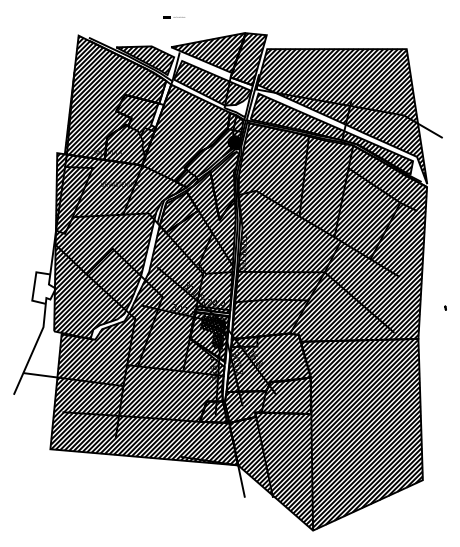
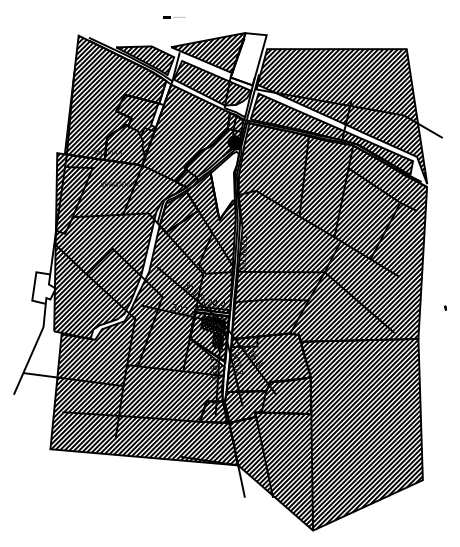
hatch at (248, 58): present -> none
hatch at (224, 185): present -> none
